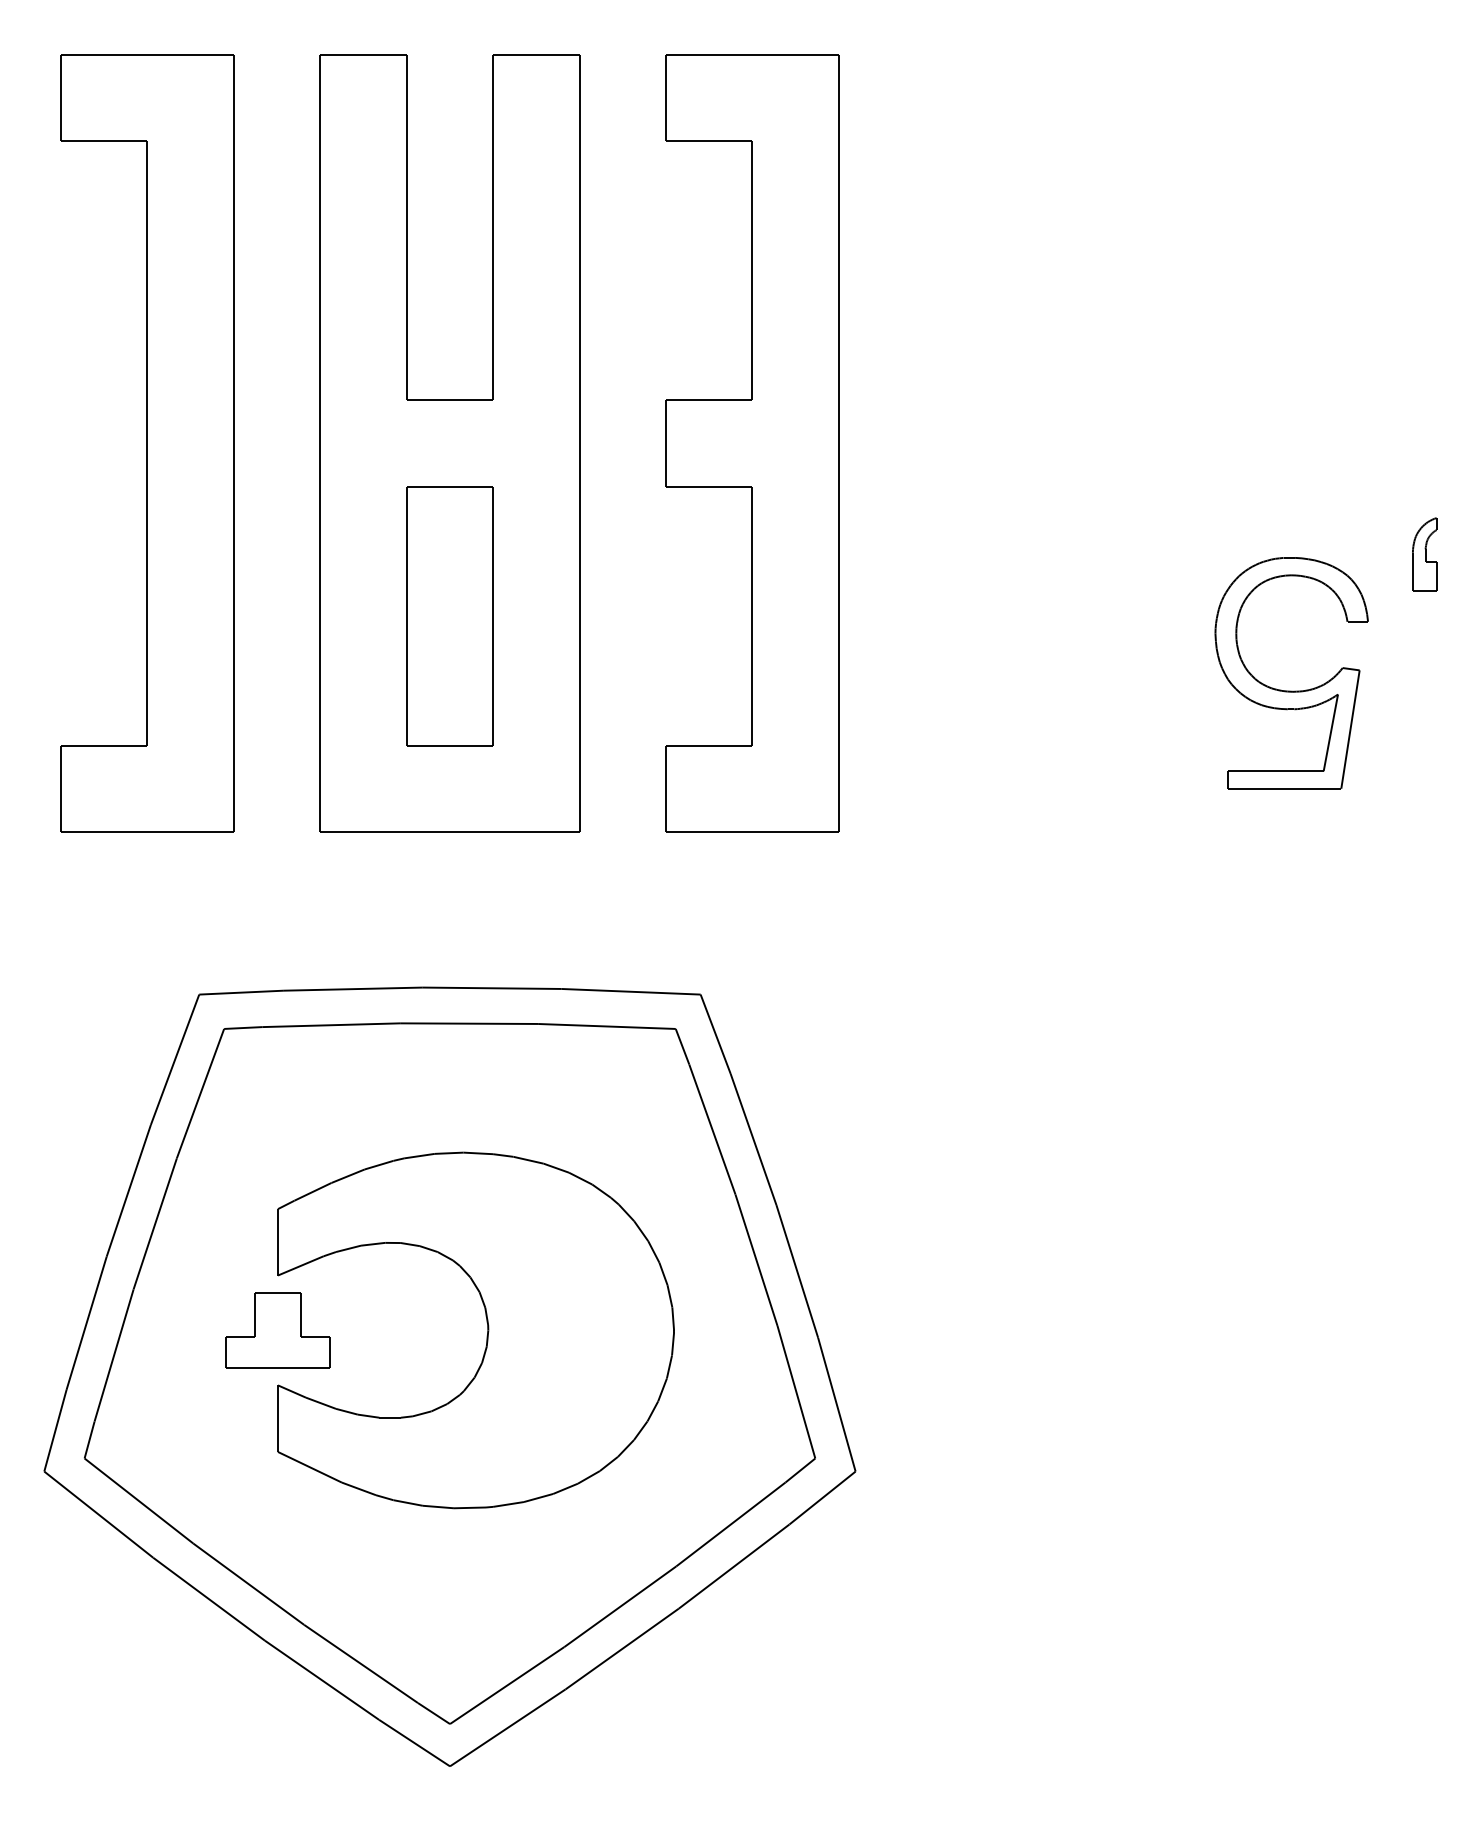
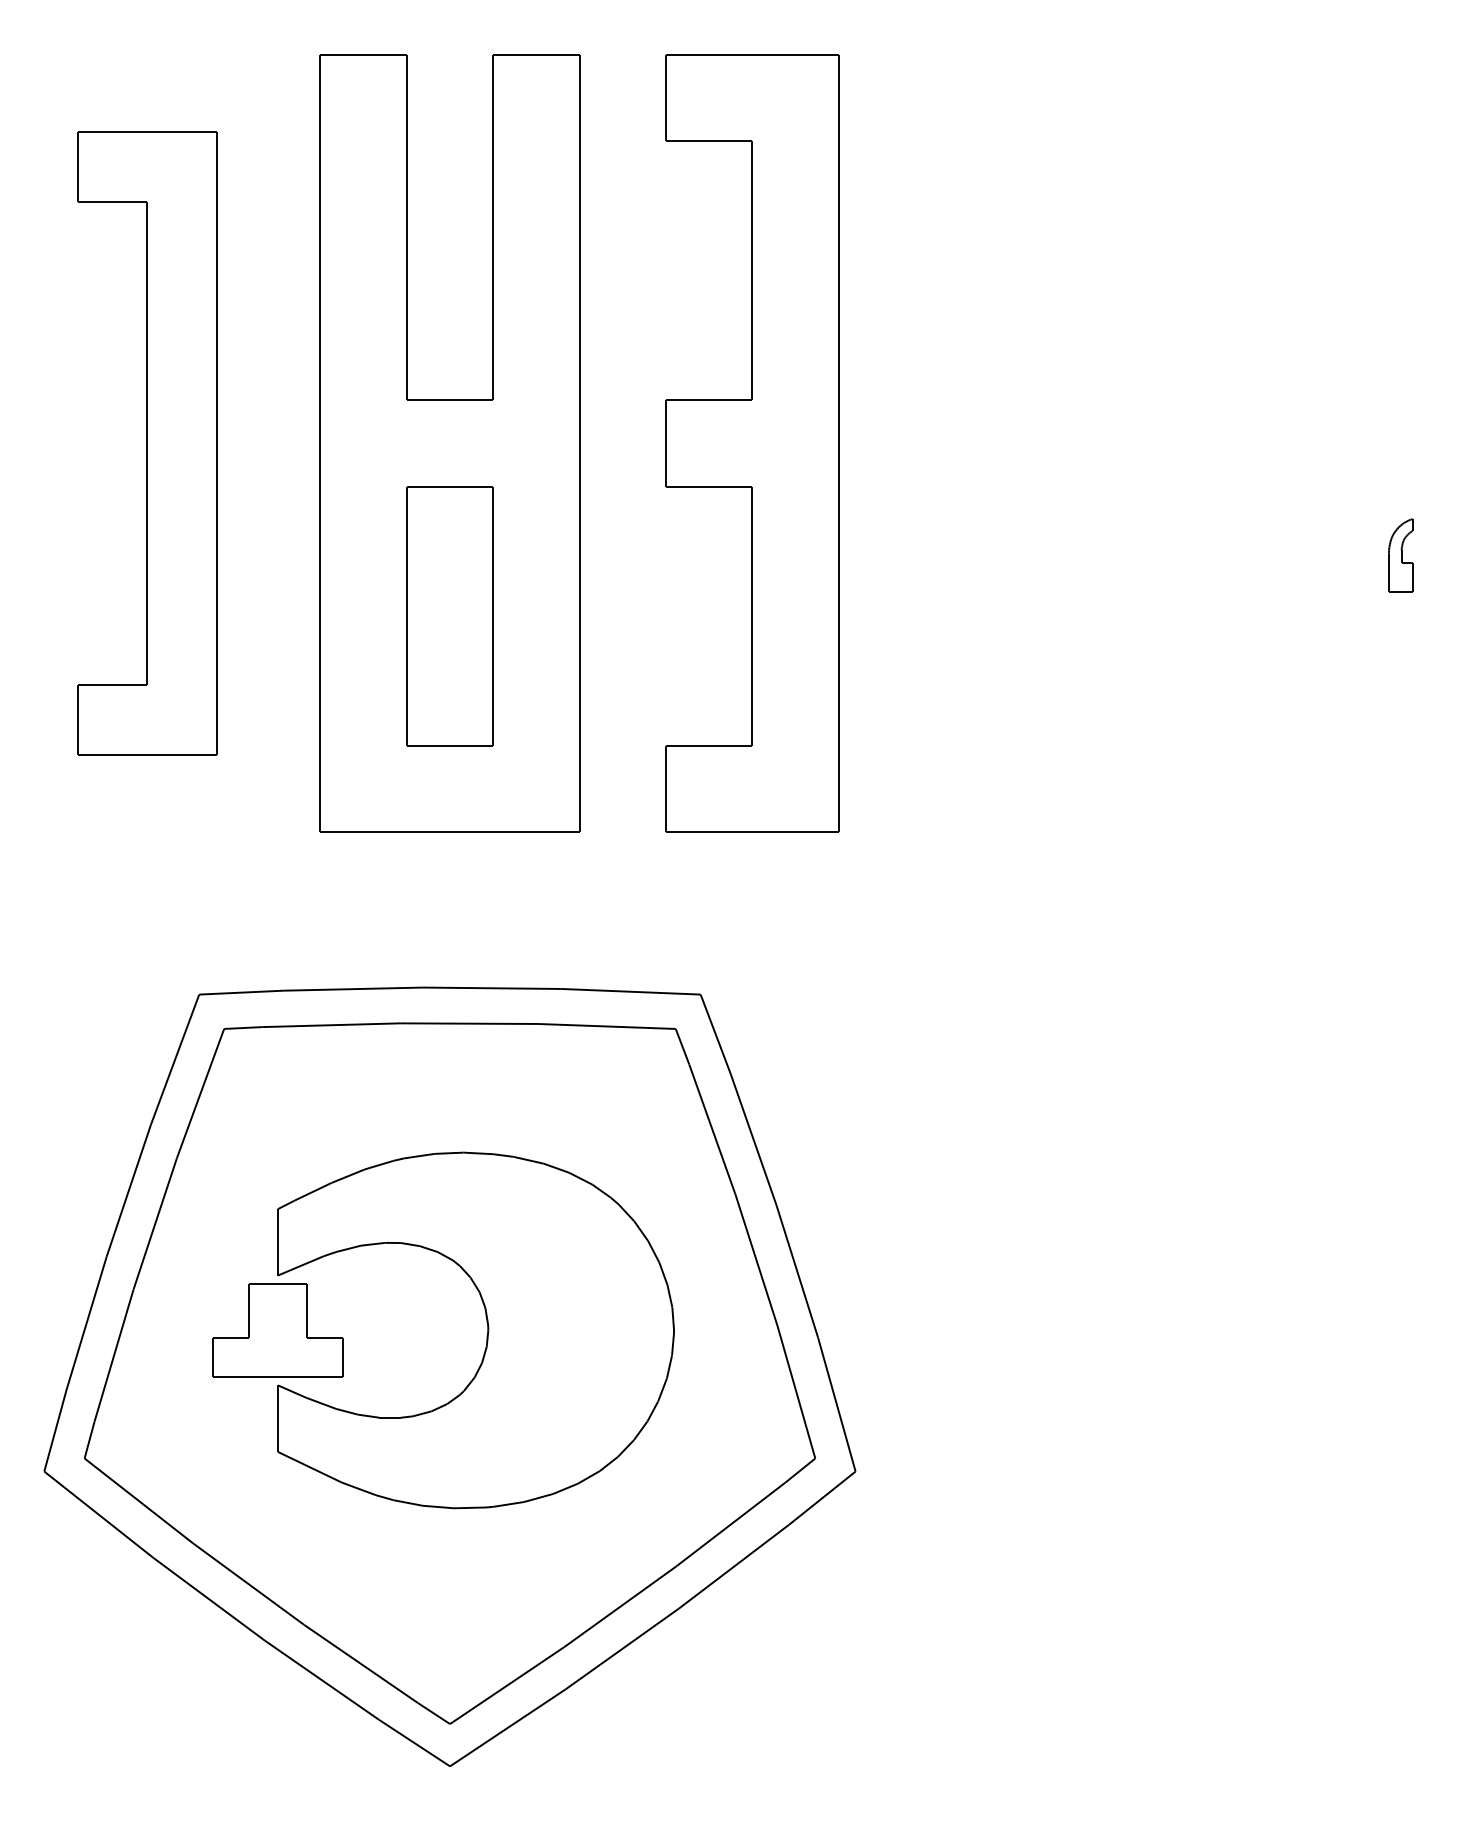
part at (147, 443) size: 175x779 px -> 141x625 px
part at (1424, 554) position: (1424, 554) -> (1400, 555)
part at (1291, 690): present -> none
part at (277, 1330) size: 106x77 px -> 132x95 px
